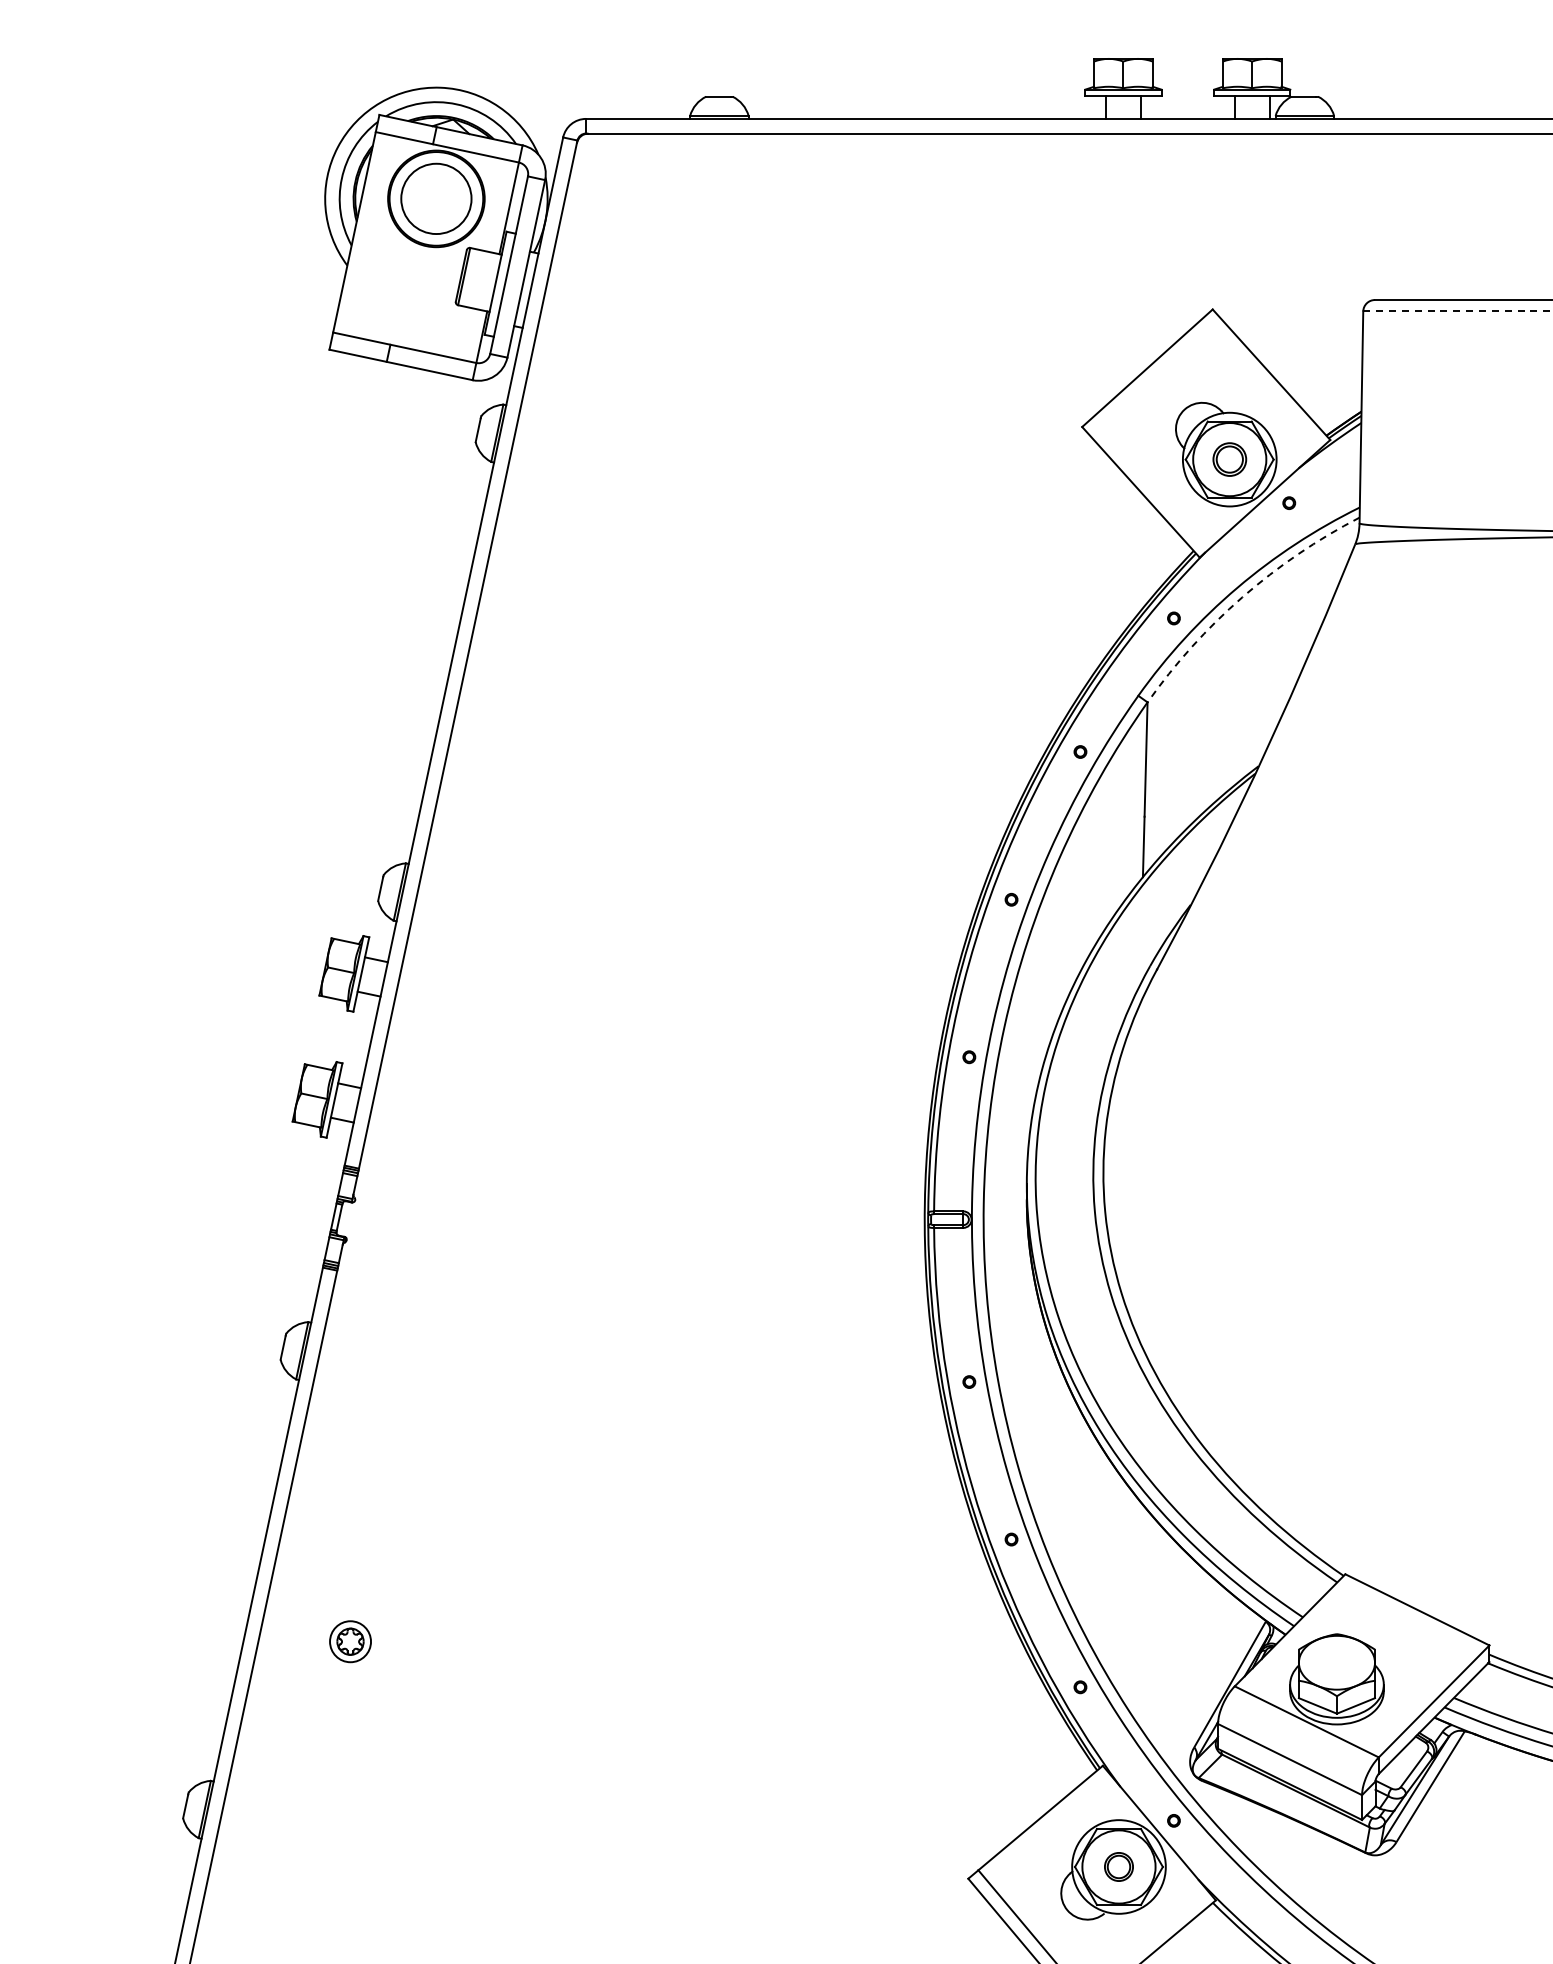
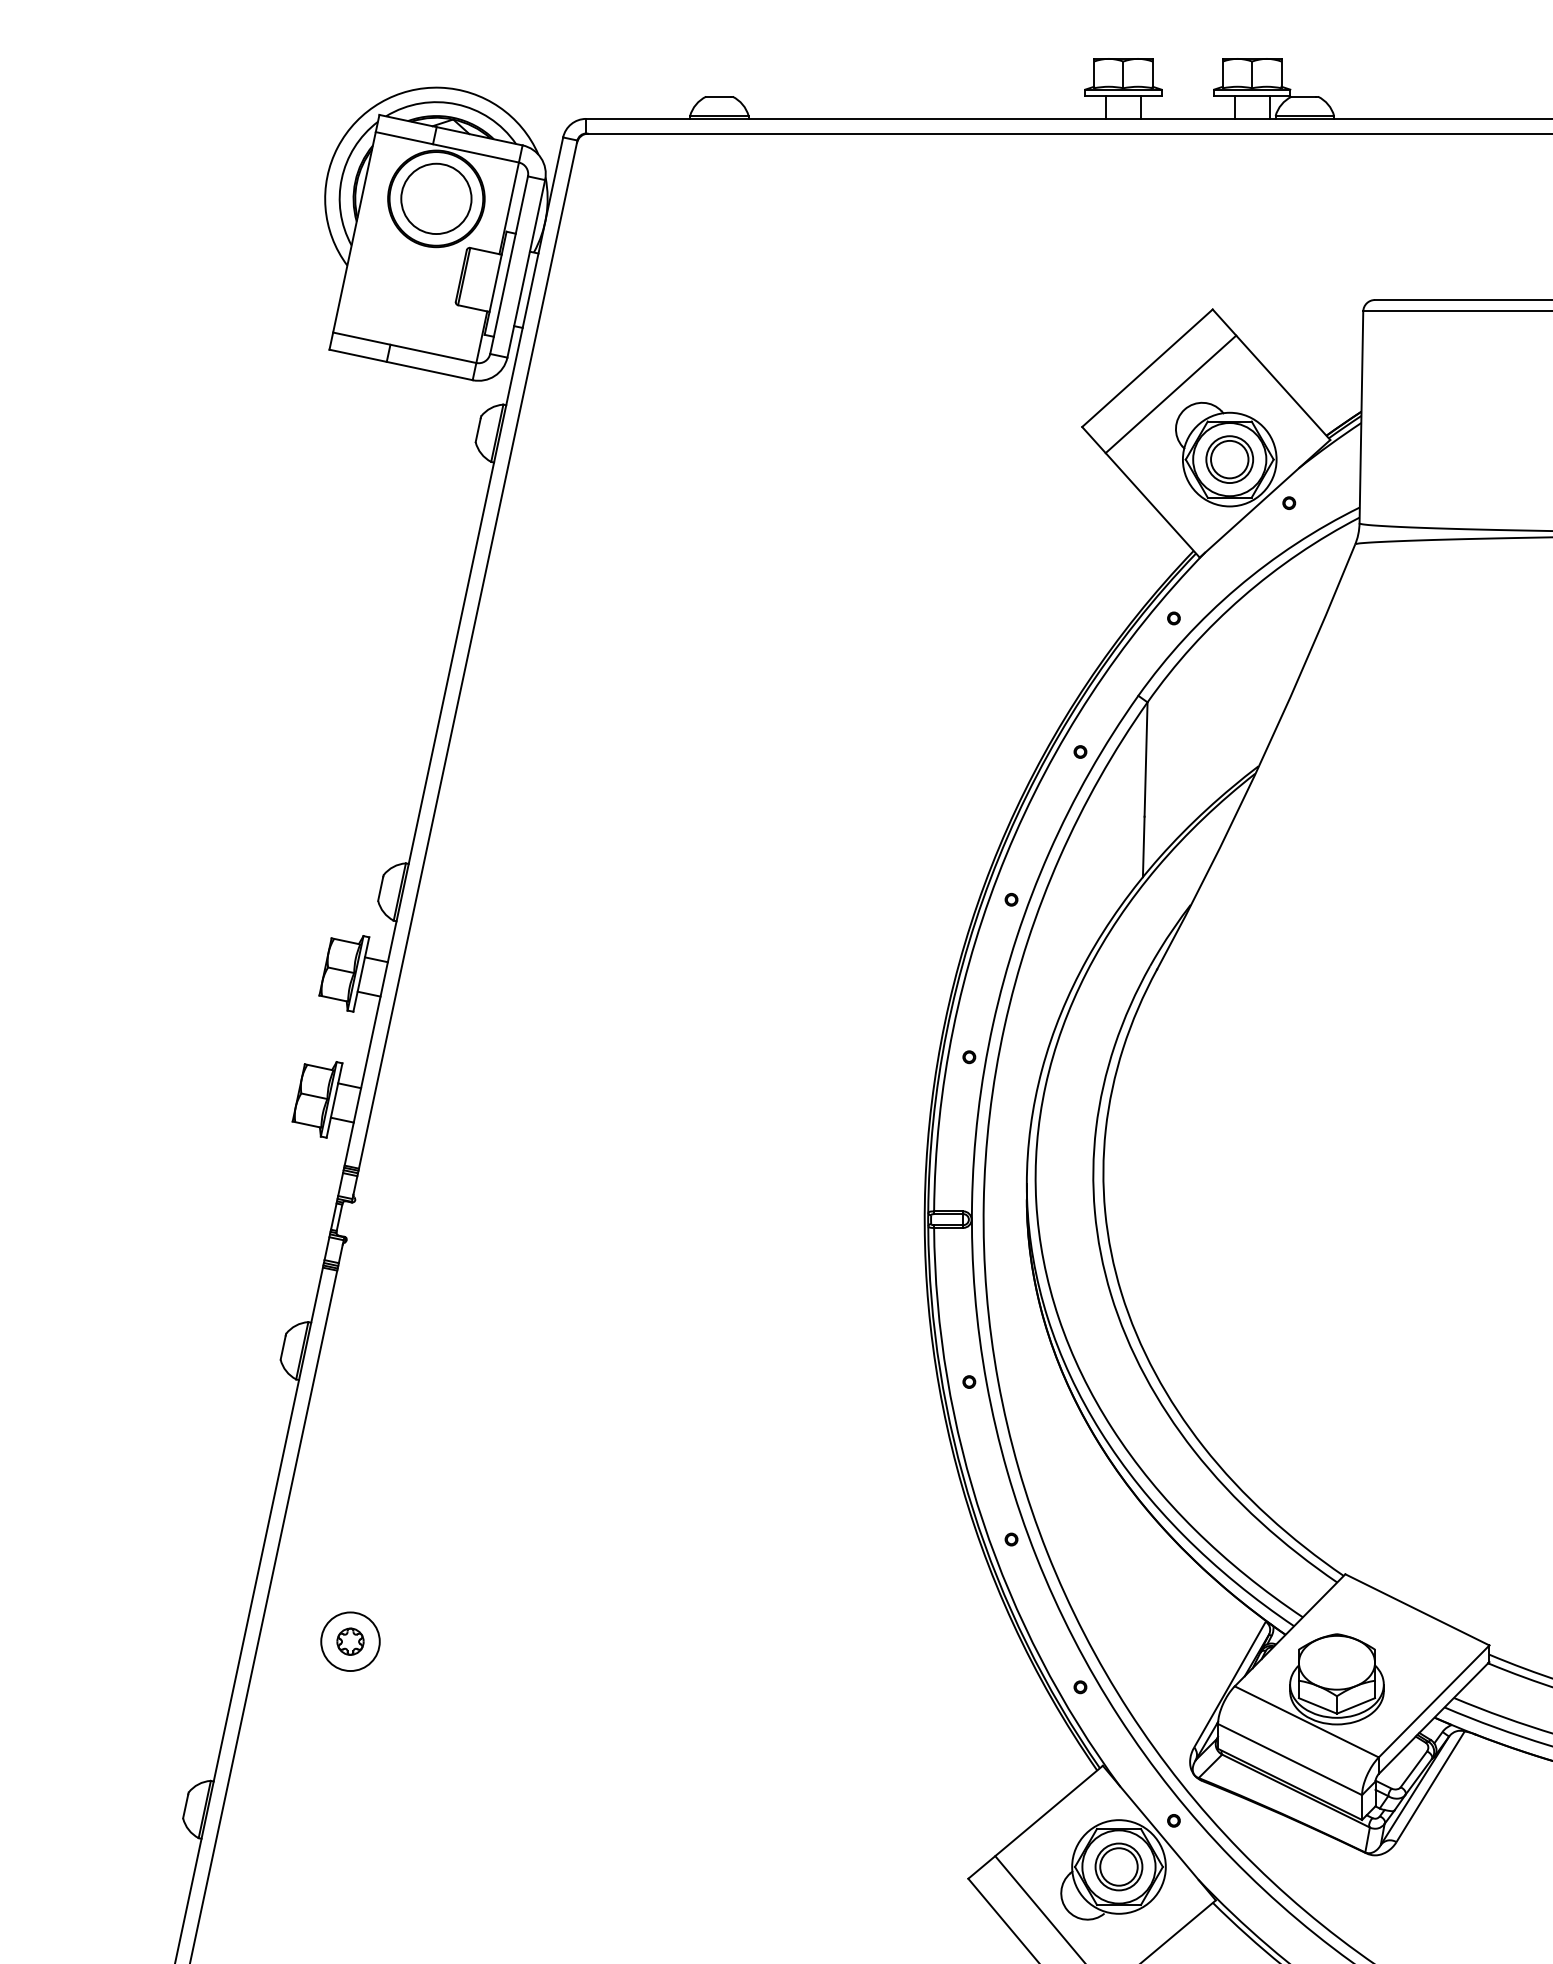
line at (1458, 311): dashed -> solid
line at (1170, 394): none -> present
part at (1229, 459) size: 36x35 px -> 50x49 px
arc at (1242, 597): dashed -> solid
circle at (350, 1641) diameter: 41 px -> 59 px
part at (1118, 1866) size: 30x30 px -> 50x50 px
line at (1016, 1915) position: (1016, 1915) -> (1039, 1908)
